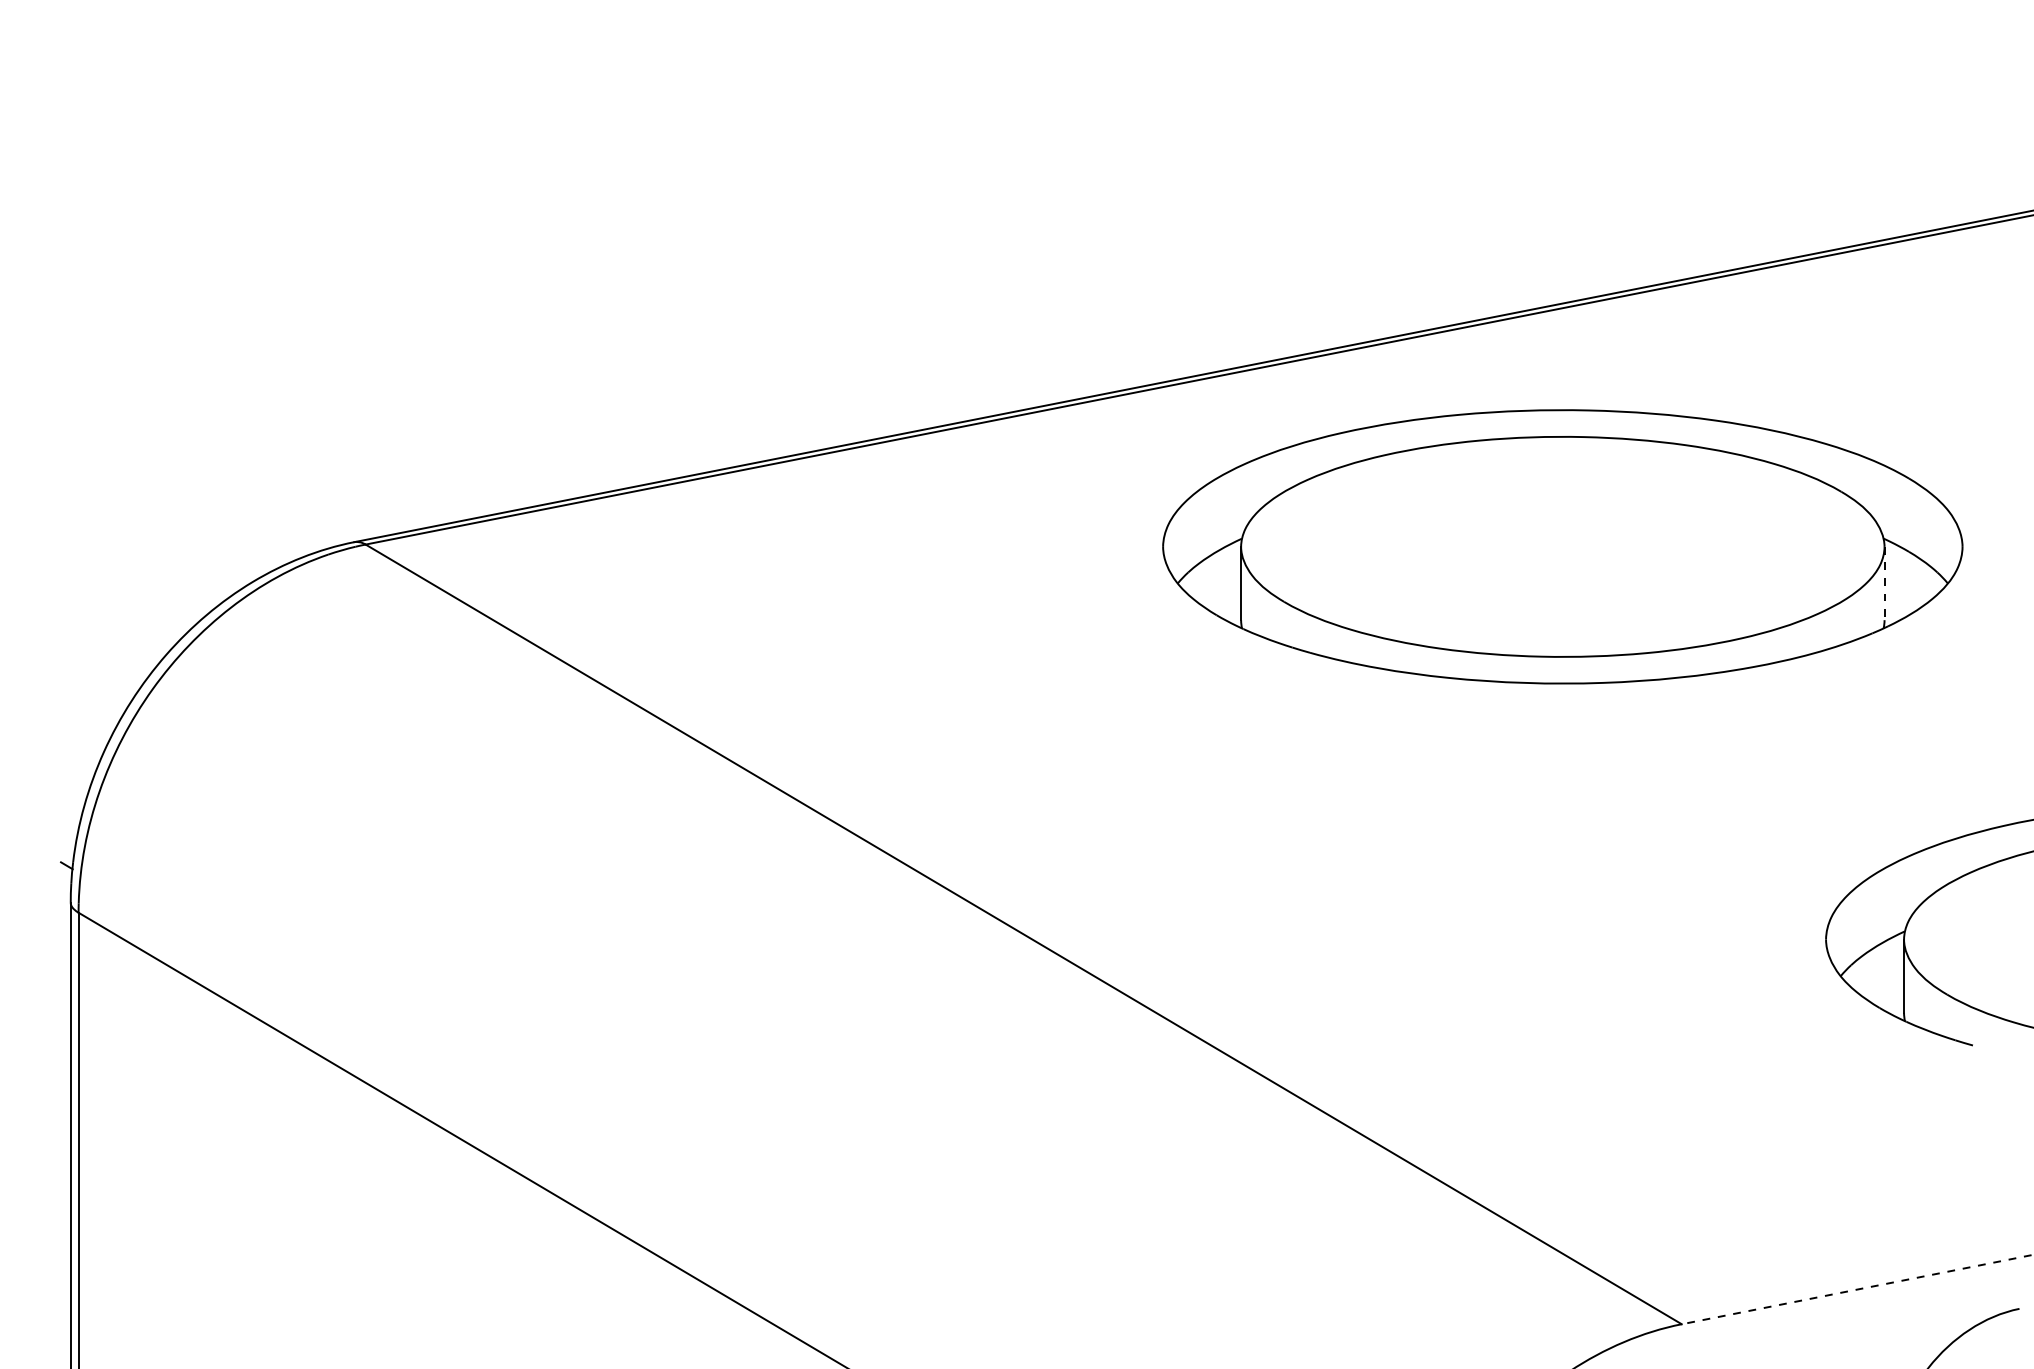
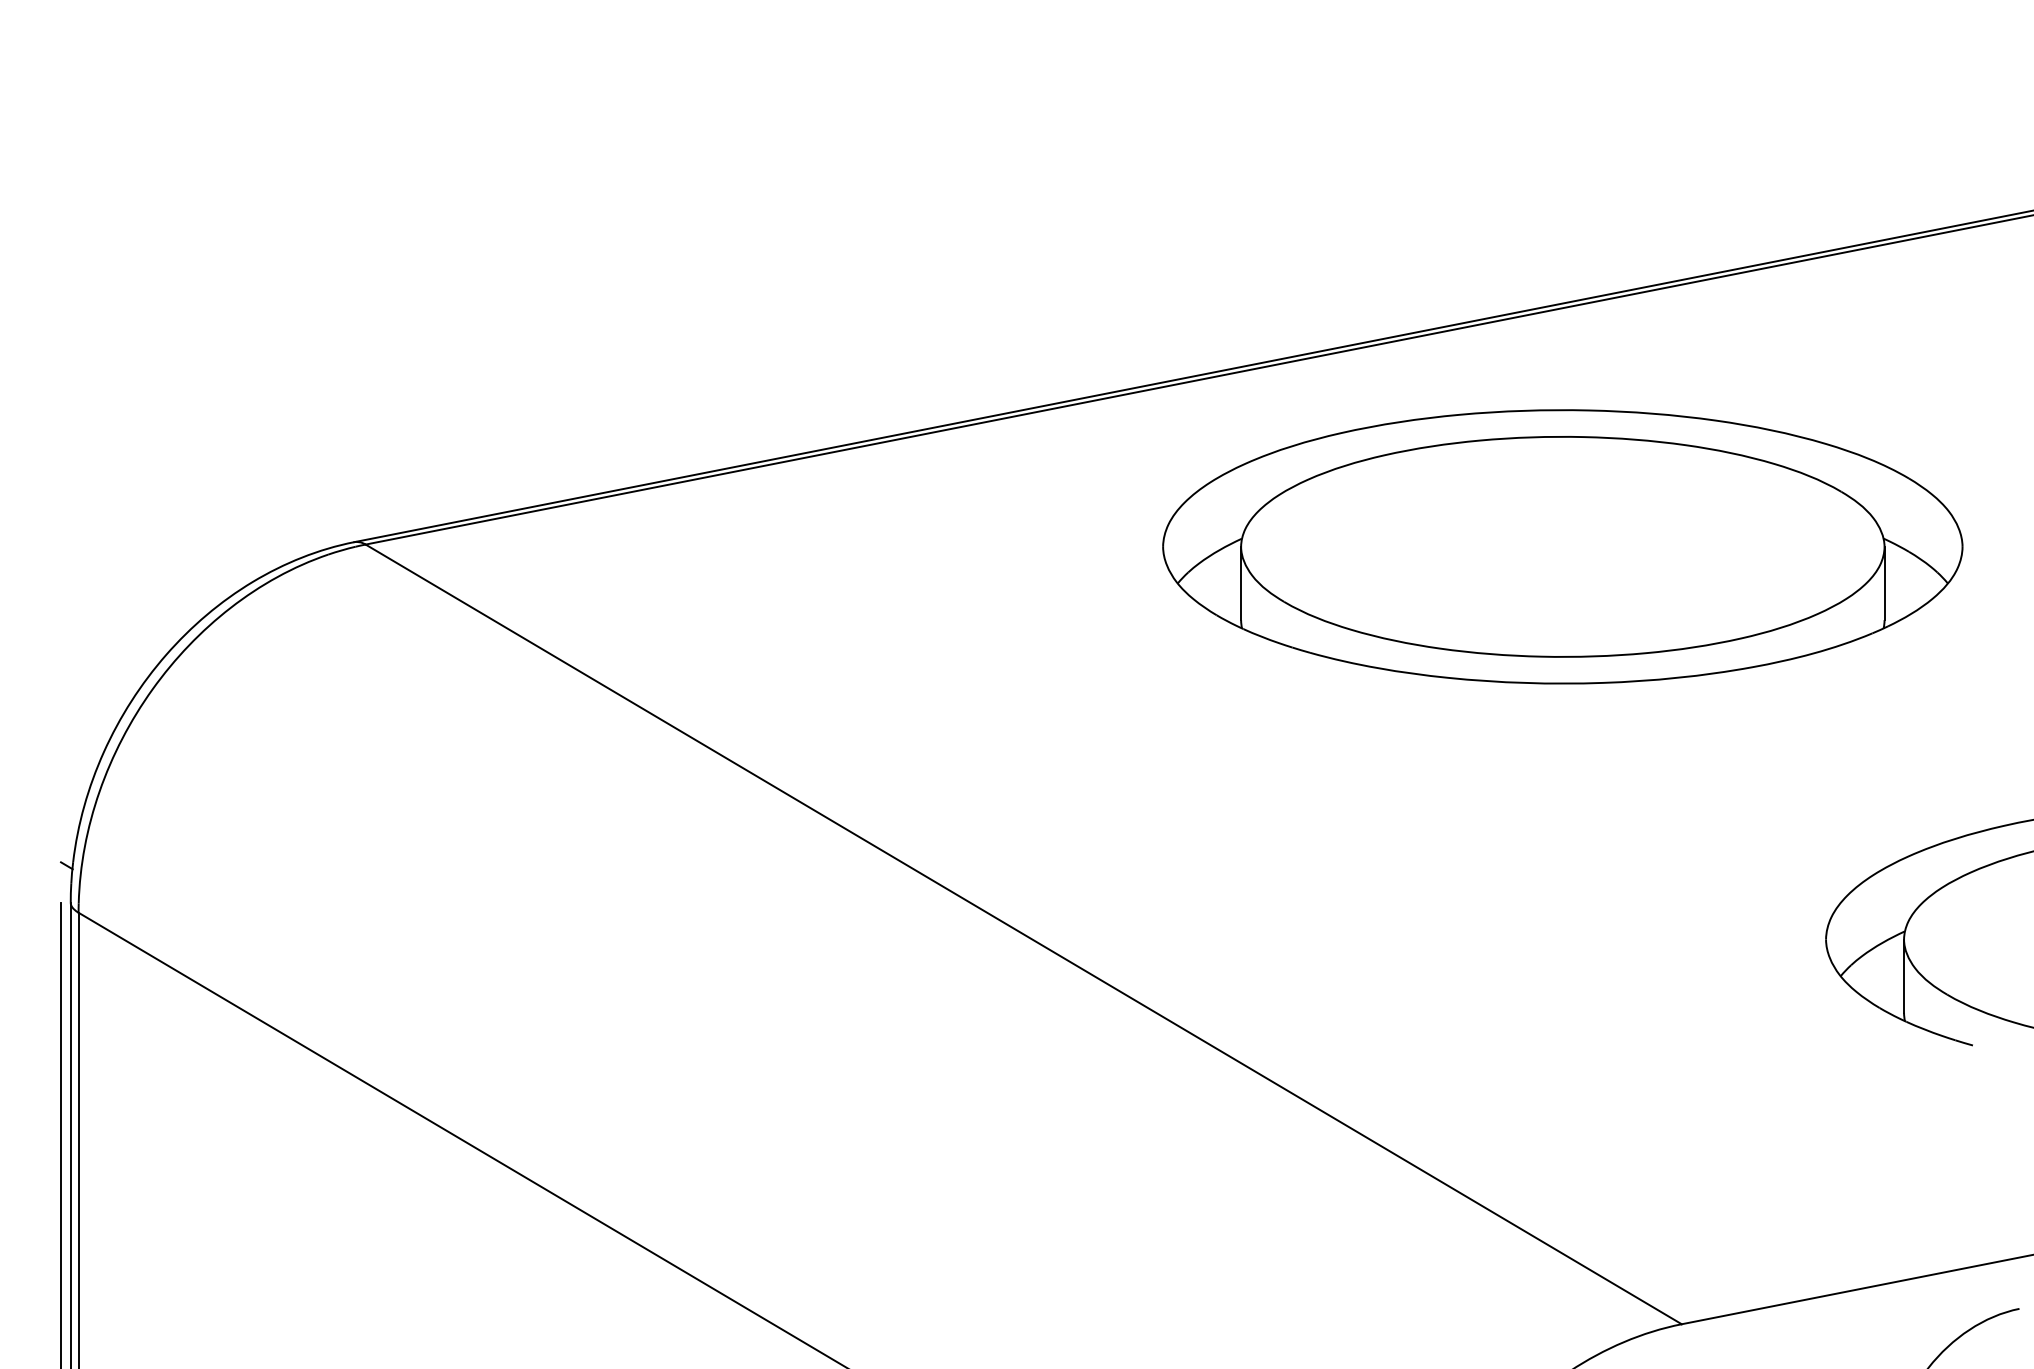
line at (1884, 583): dashed -> solid
line at (61, 1133): none -> present
line at (1856, 1289): dashed -> solid
